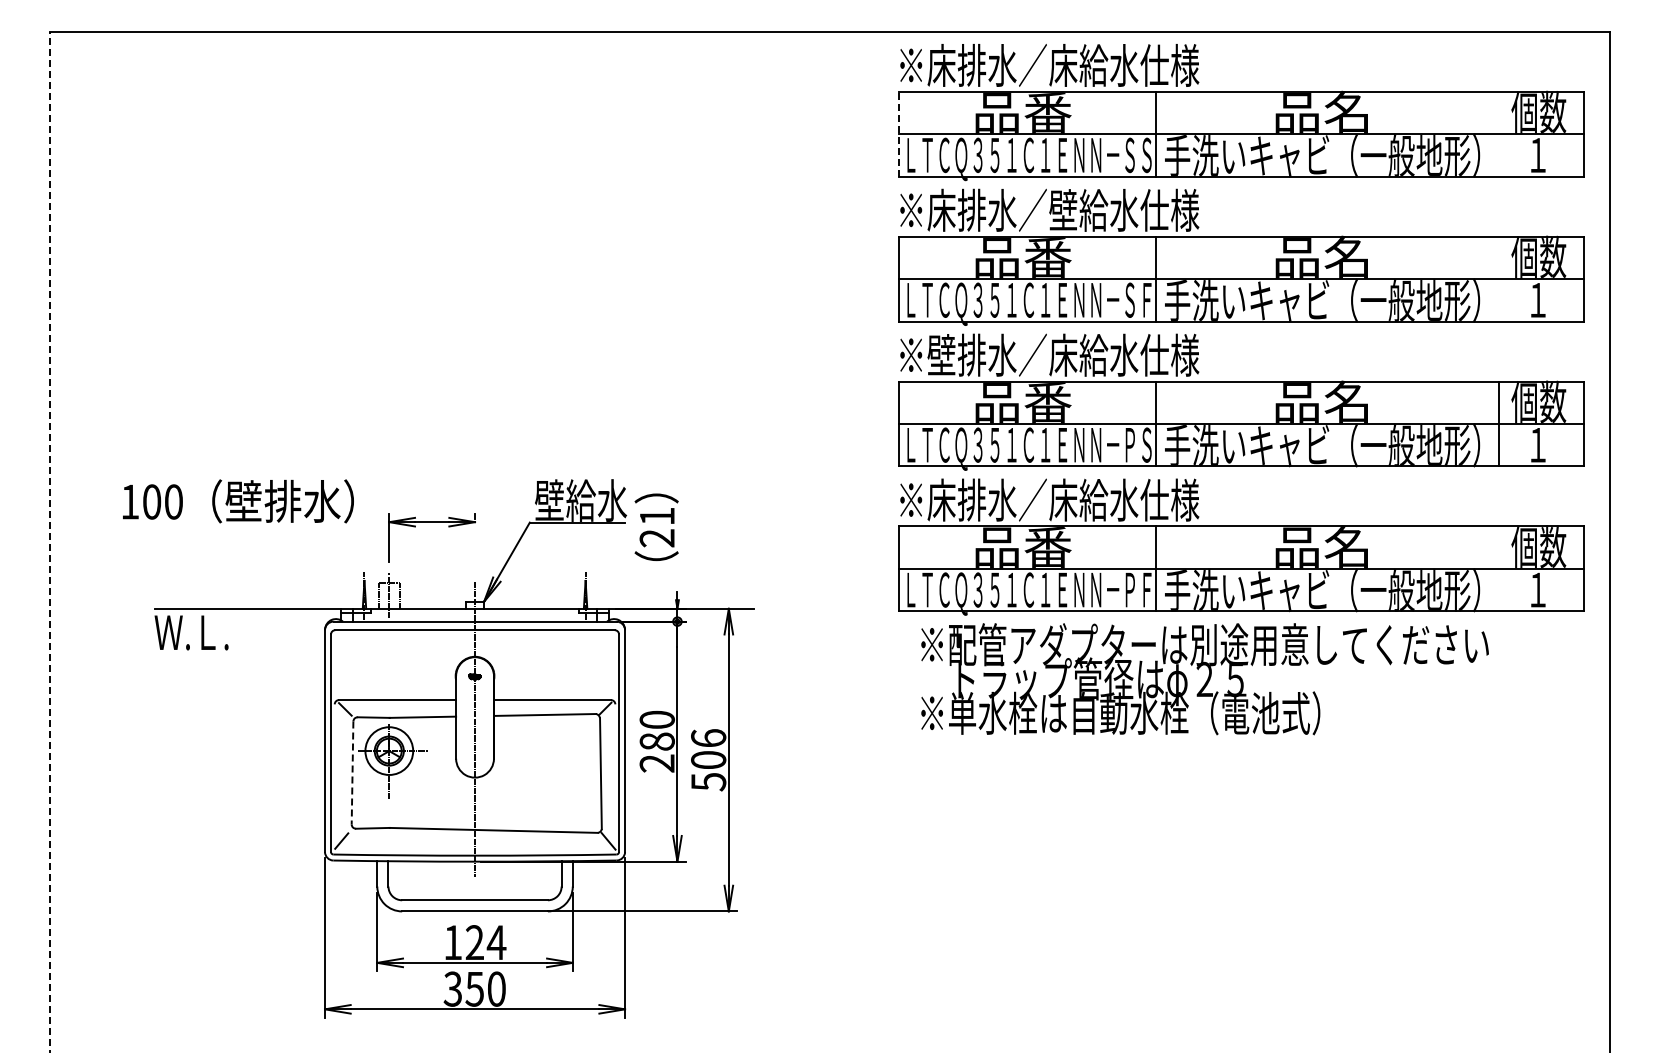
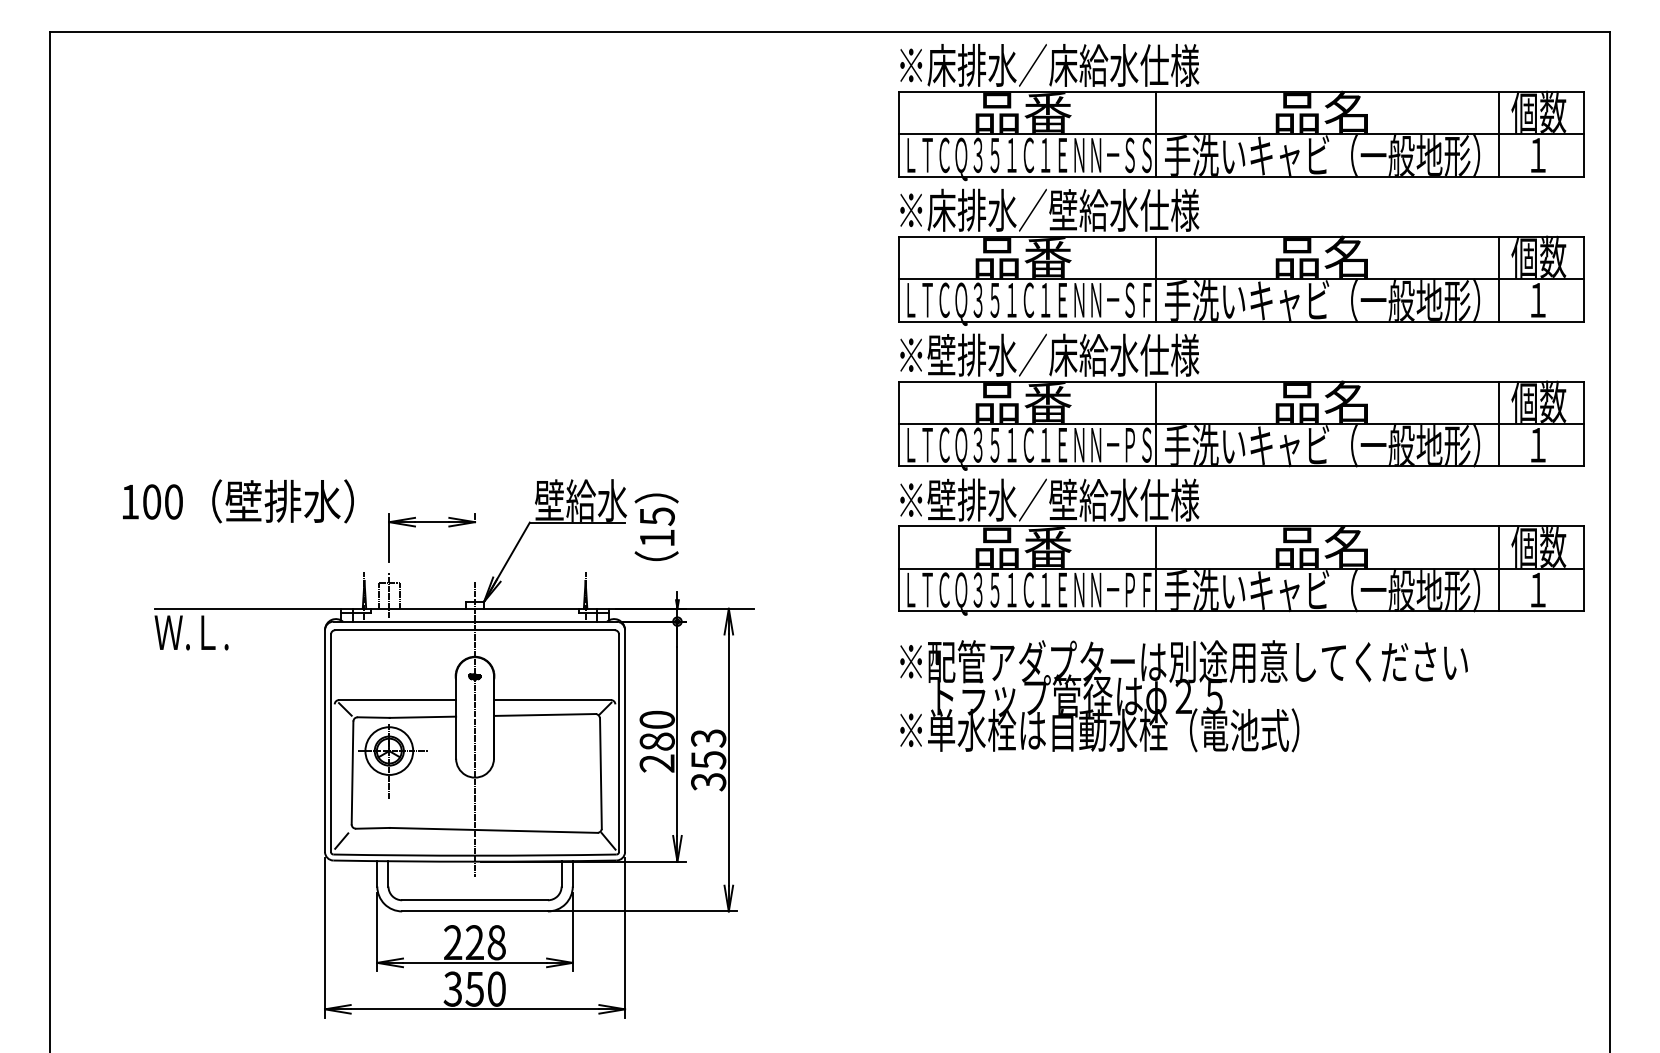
line at (898, 133): dashed -> solid
line at (1498, 133): none -> present
line at (1498, 278): none -> present
text at (1002, 499): ※床排水／床給水仕様 -> ※壁排水／壁給水仕様
text at (656, 527): 21 -> 15
line at (49, 541): dashed -> solid
line at (1498, 568): none -> present
text at (1204, 679) position: (1204, 679) -> (1183, 696)
text at (708, 760): 506 -> 353
line at (352, 773): dashed -> solid
text at (475, 942): 124 -> 228
